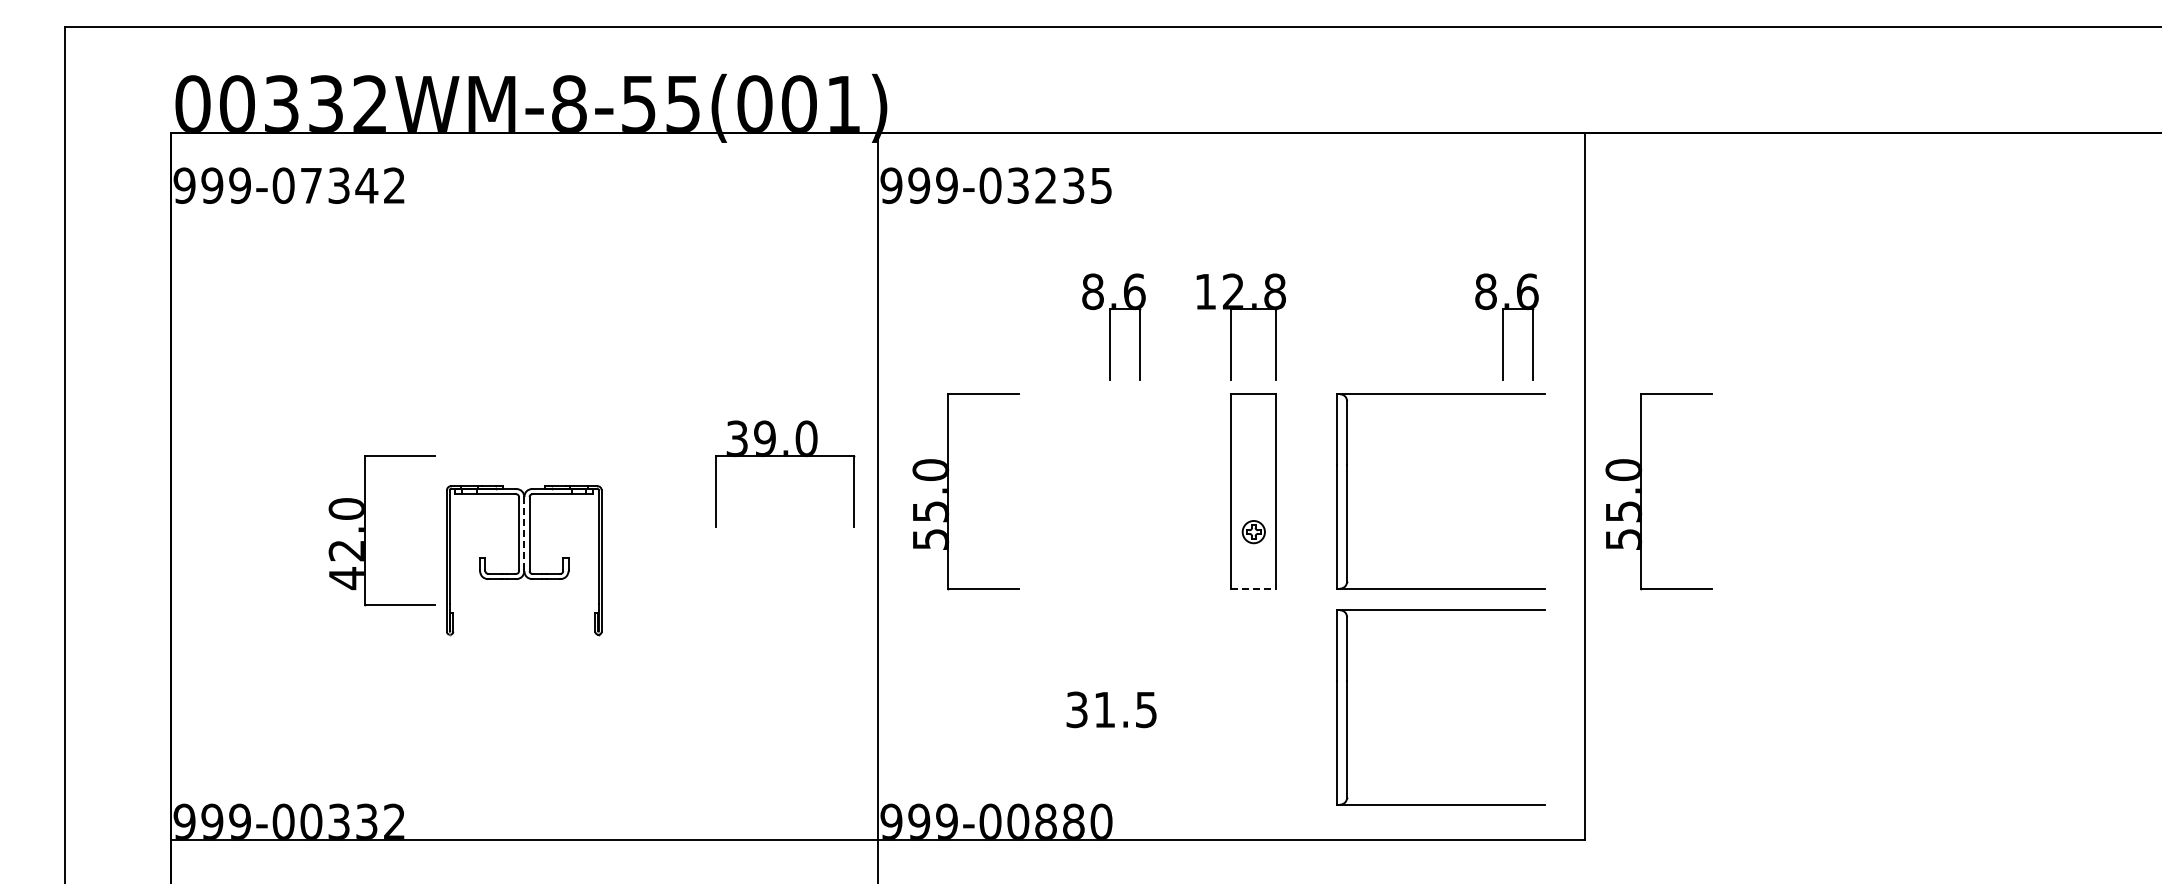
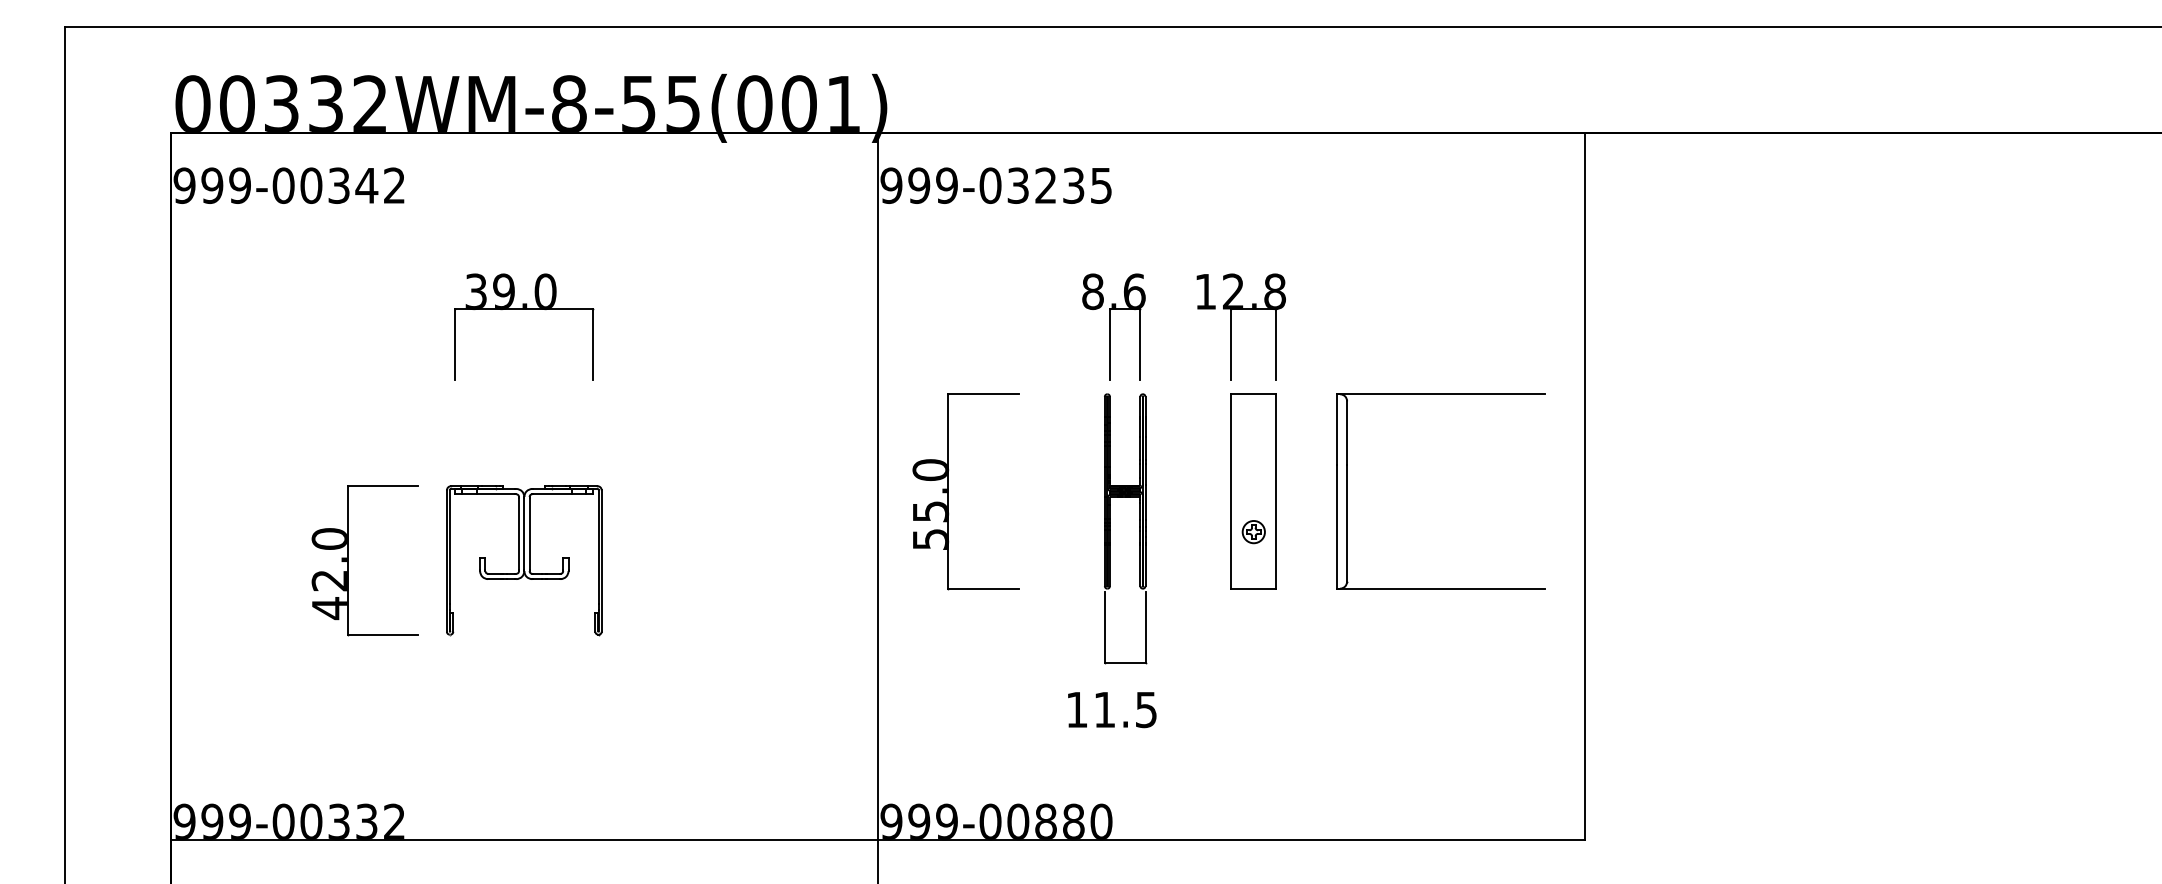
text at (311, 185): 999-07342 -> 999-00342
part at (1506, 326): present -> none
part at (785, 456) position: (785, 456) -> (524, 309)
part at (1641, 491): present -> none
part at (1139, 528): none -> present
part at (365, 530) position: (365, 530) -> (348, 560)
line at (524, 533): dashed -> solid
line at (1253, 588): dashed -> solid
part at (1347, 707): present -> none
text at (1076, 709): 31.5 -> 11.5
